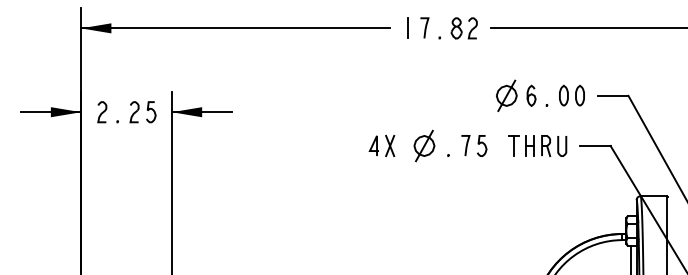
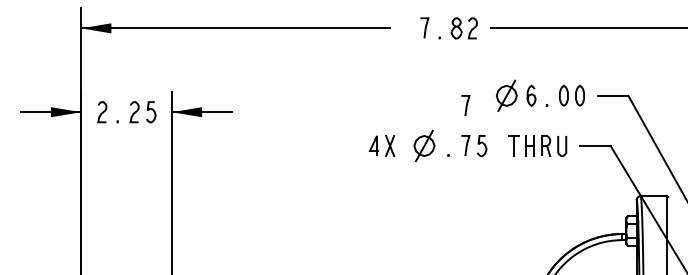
line at (407, 27): present -> none
curve at (466, 105): none -> present
line at (630, 258): present -> none
